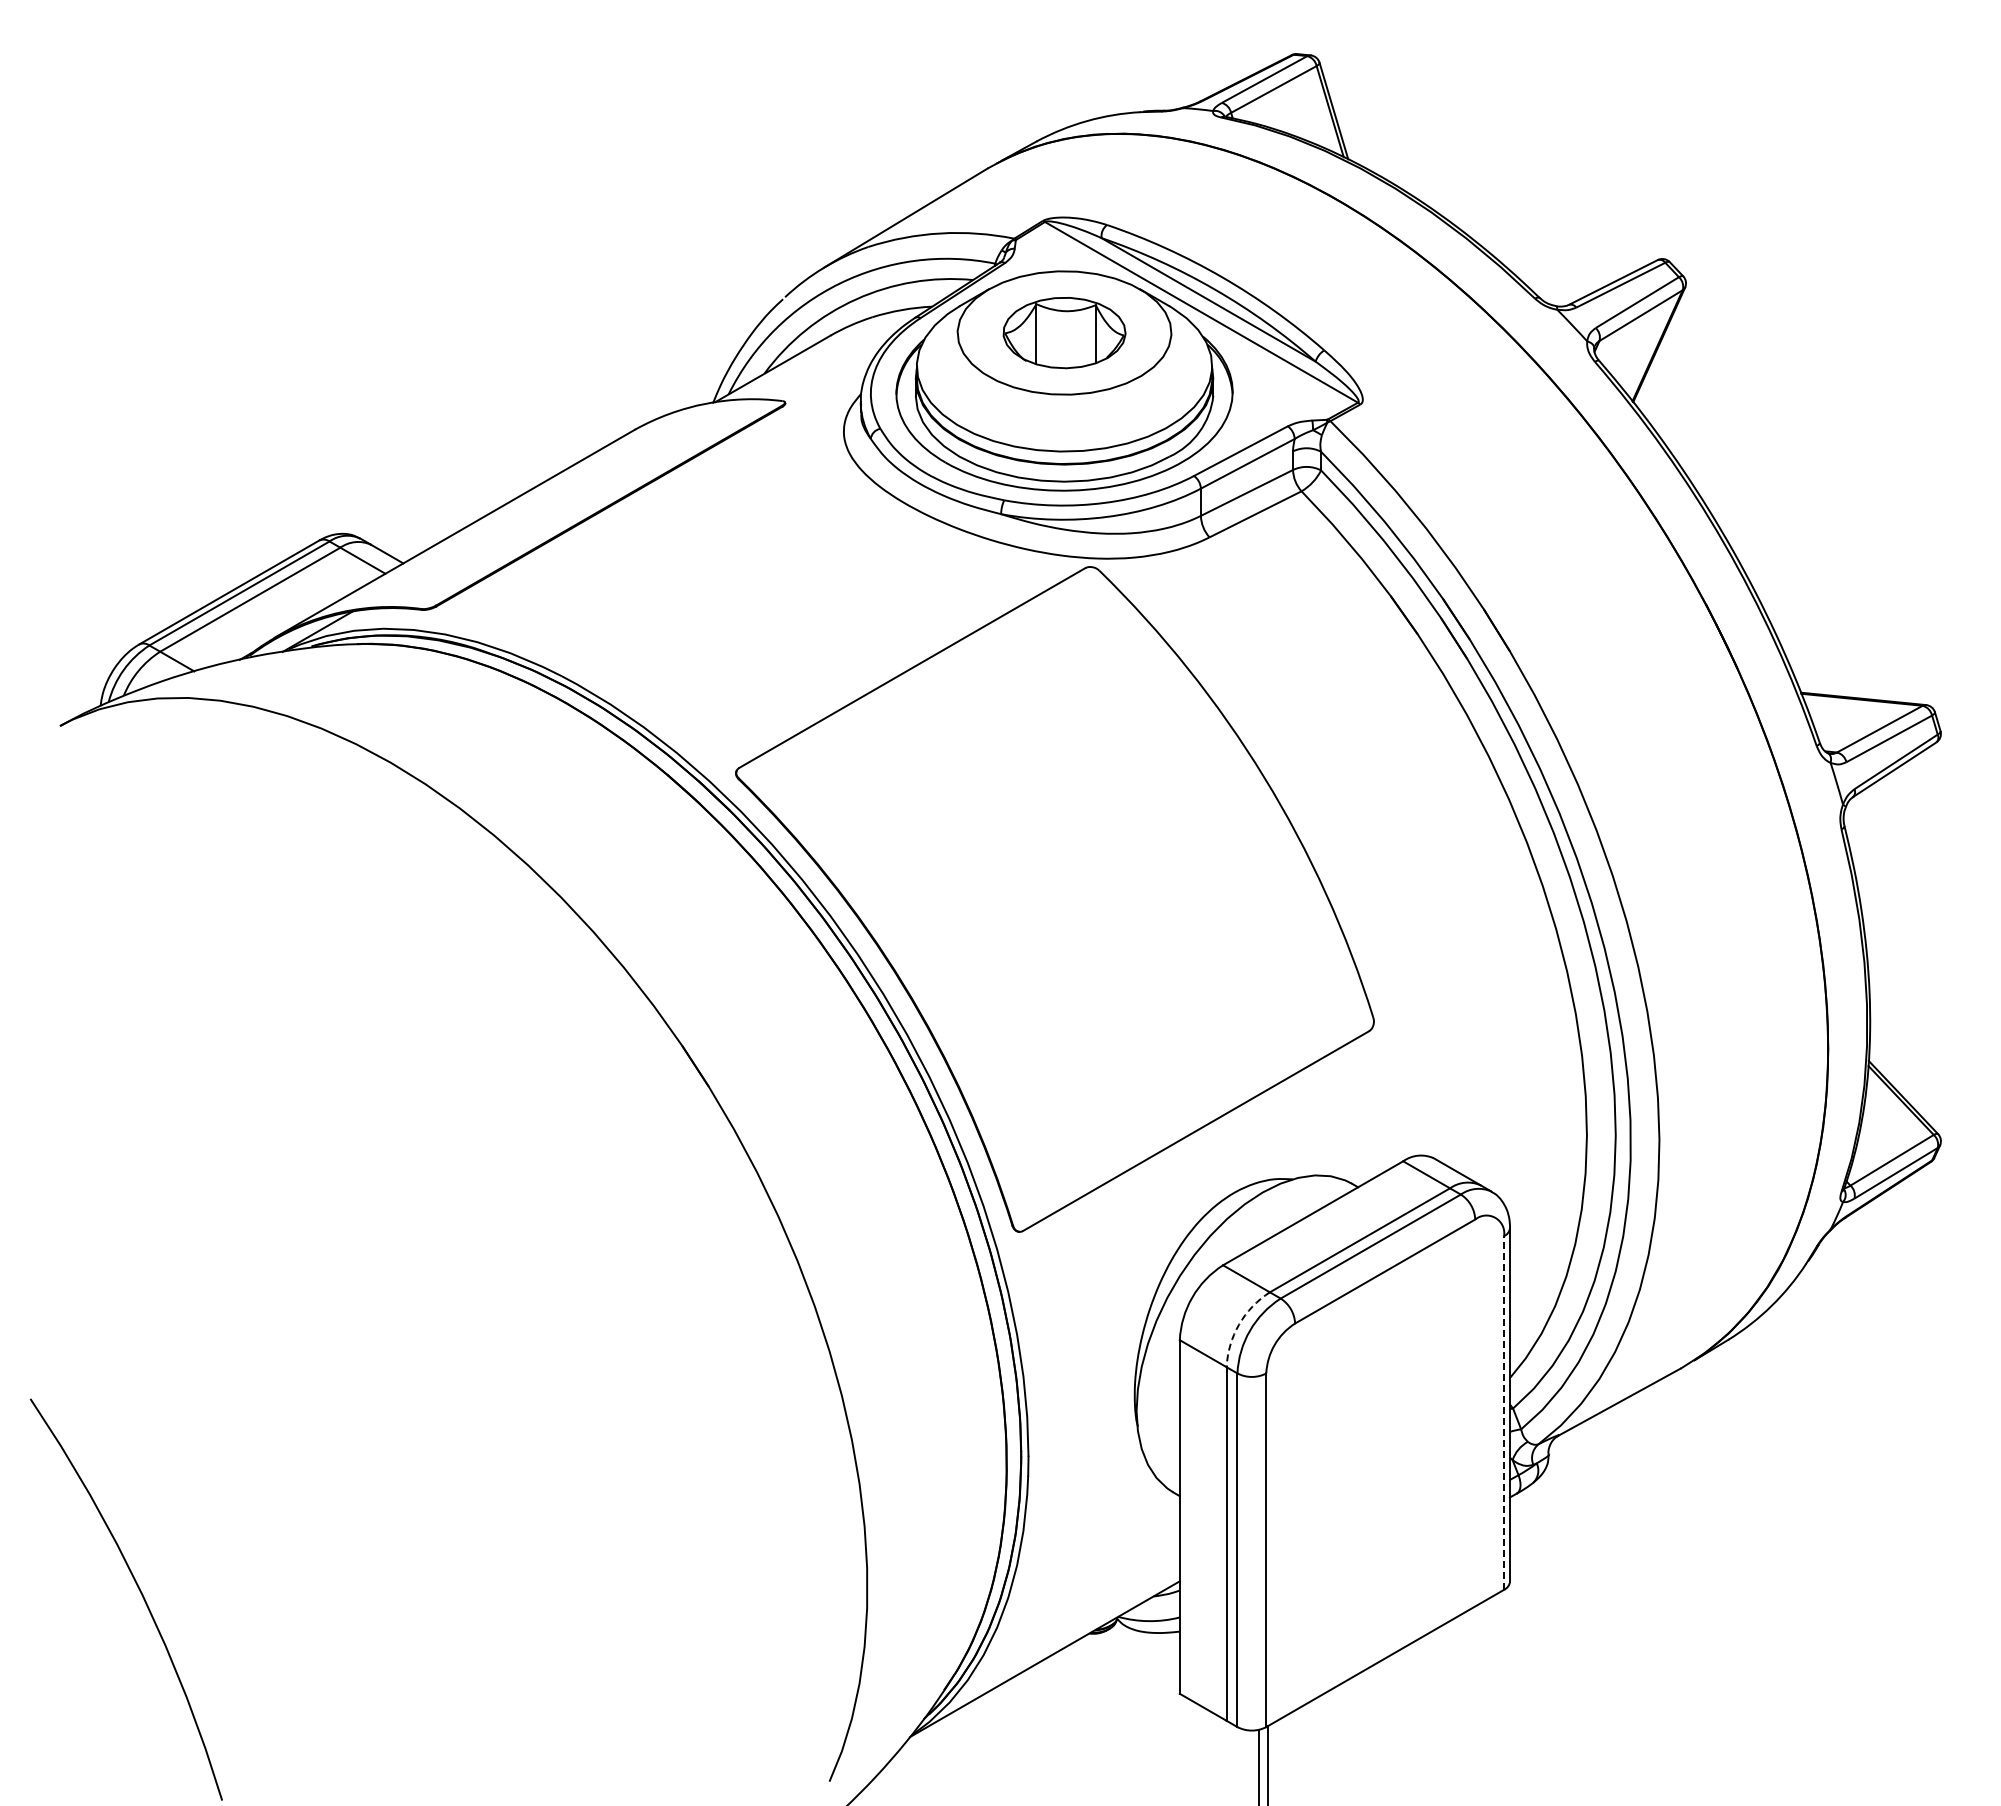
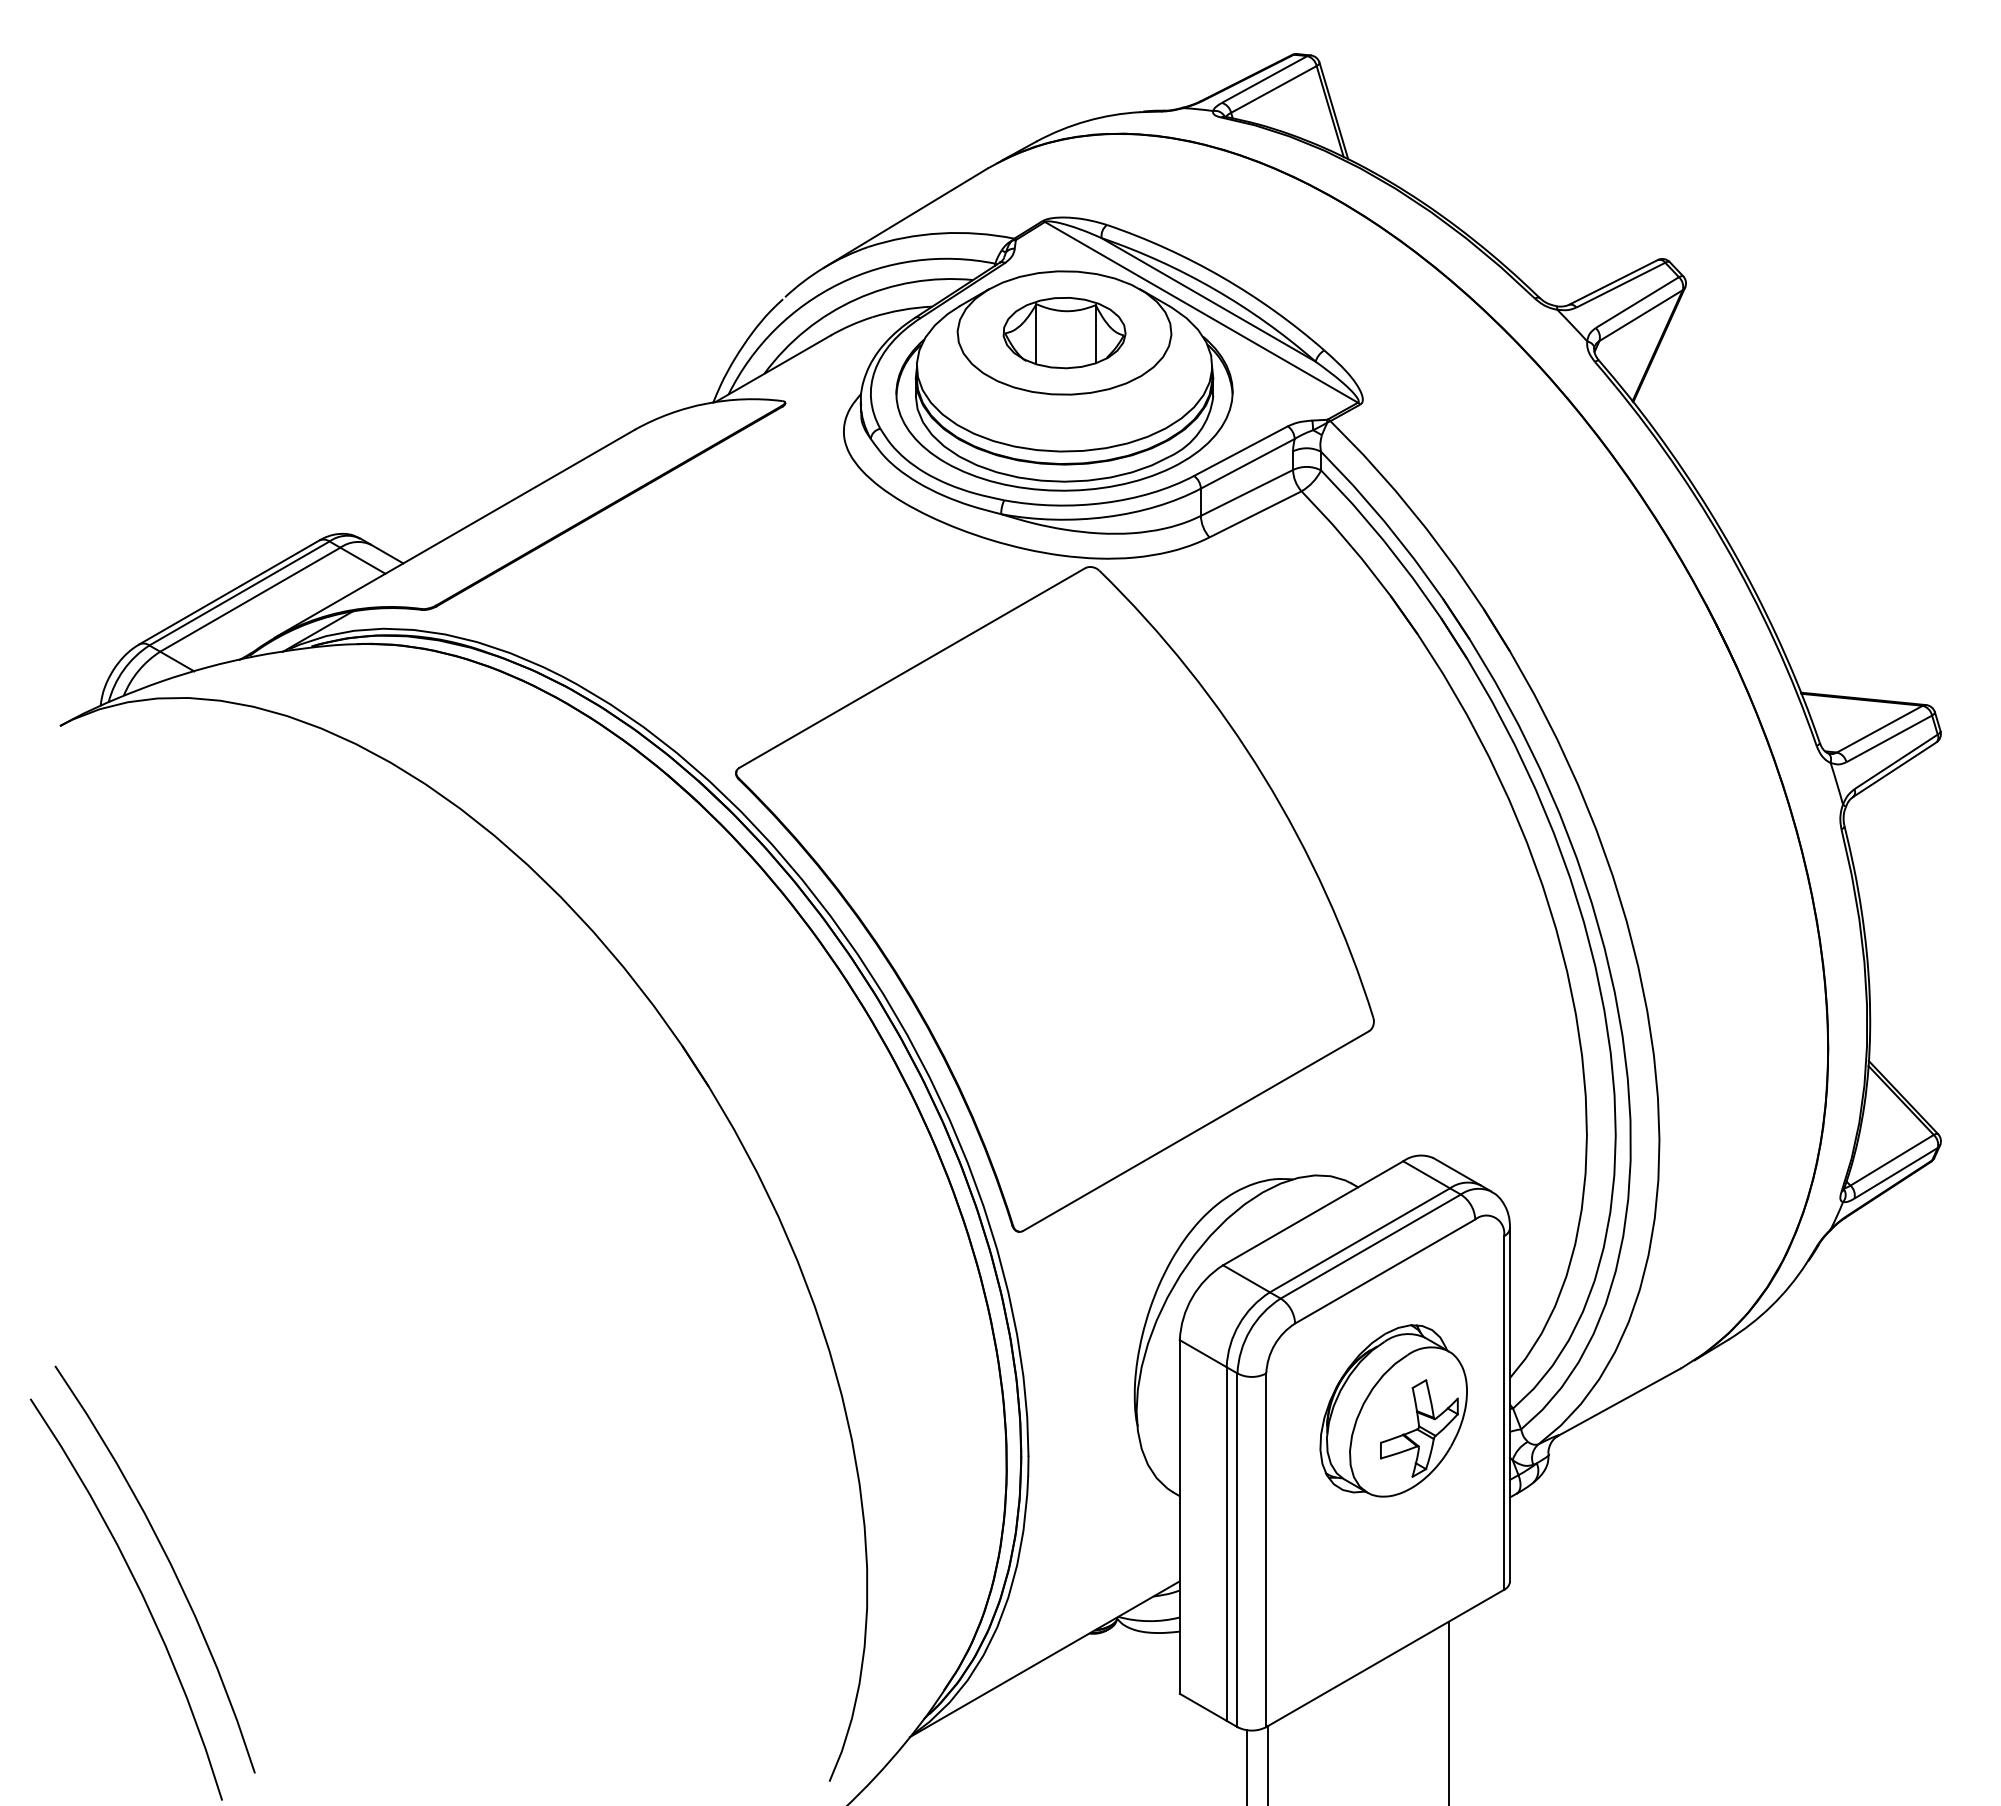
arc at (1239, 1324): dashed -> solid
part at (1393, 1410): none -> present
line at (1504, 1413): dashed -> solid
curve at (168, 1562): none -> present
line at (1448, 1711): none -> present
line at (1258, 1766) position: (1258, 1766) -> (1246, 1766)
